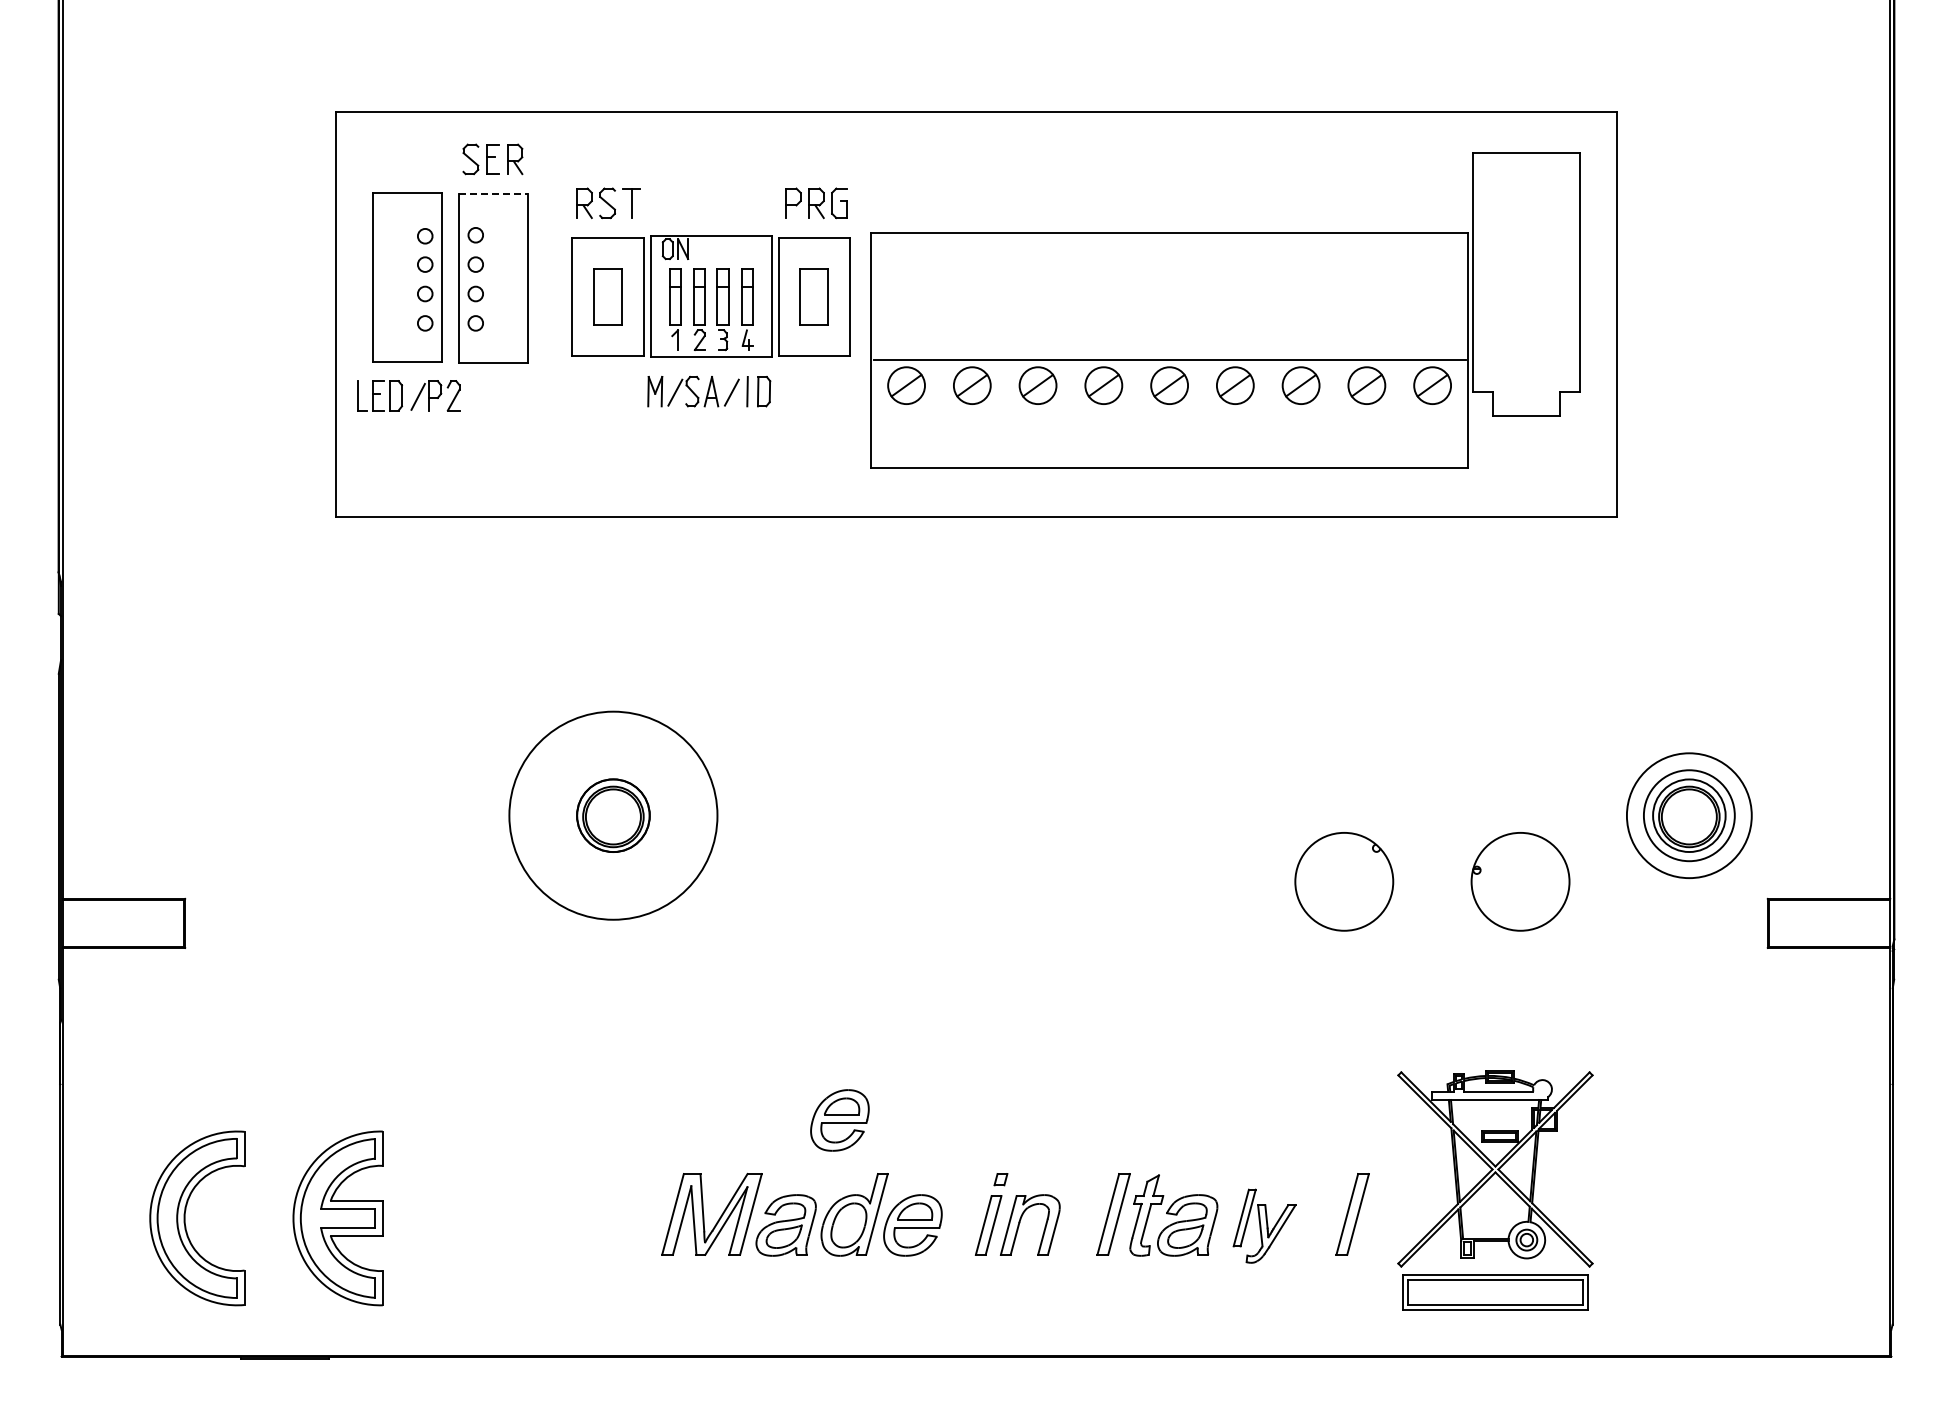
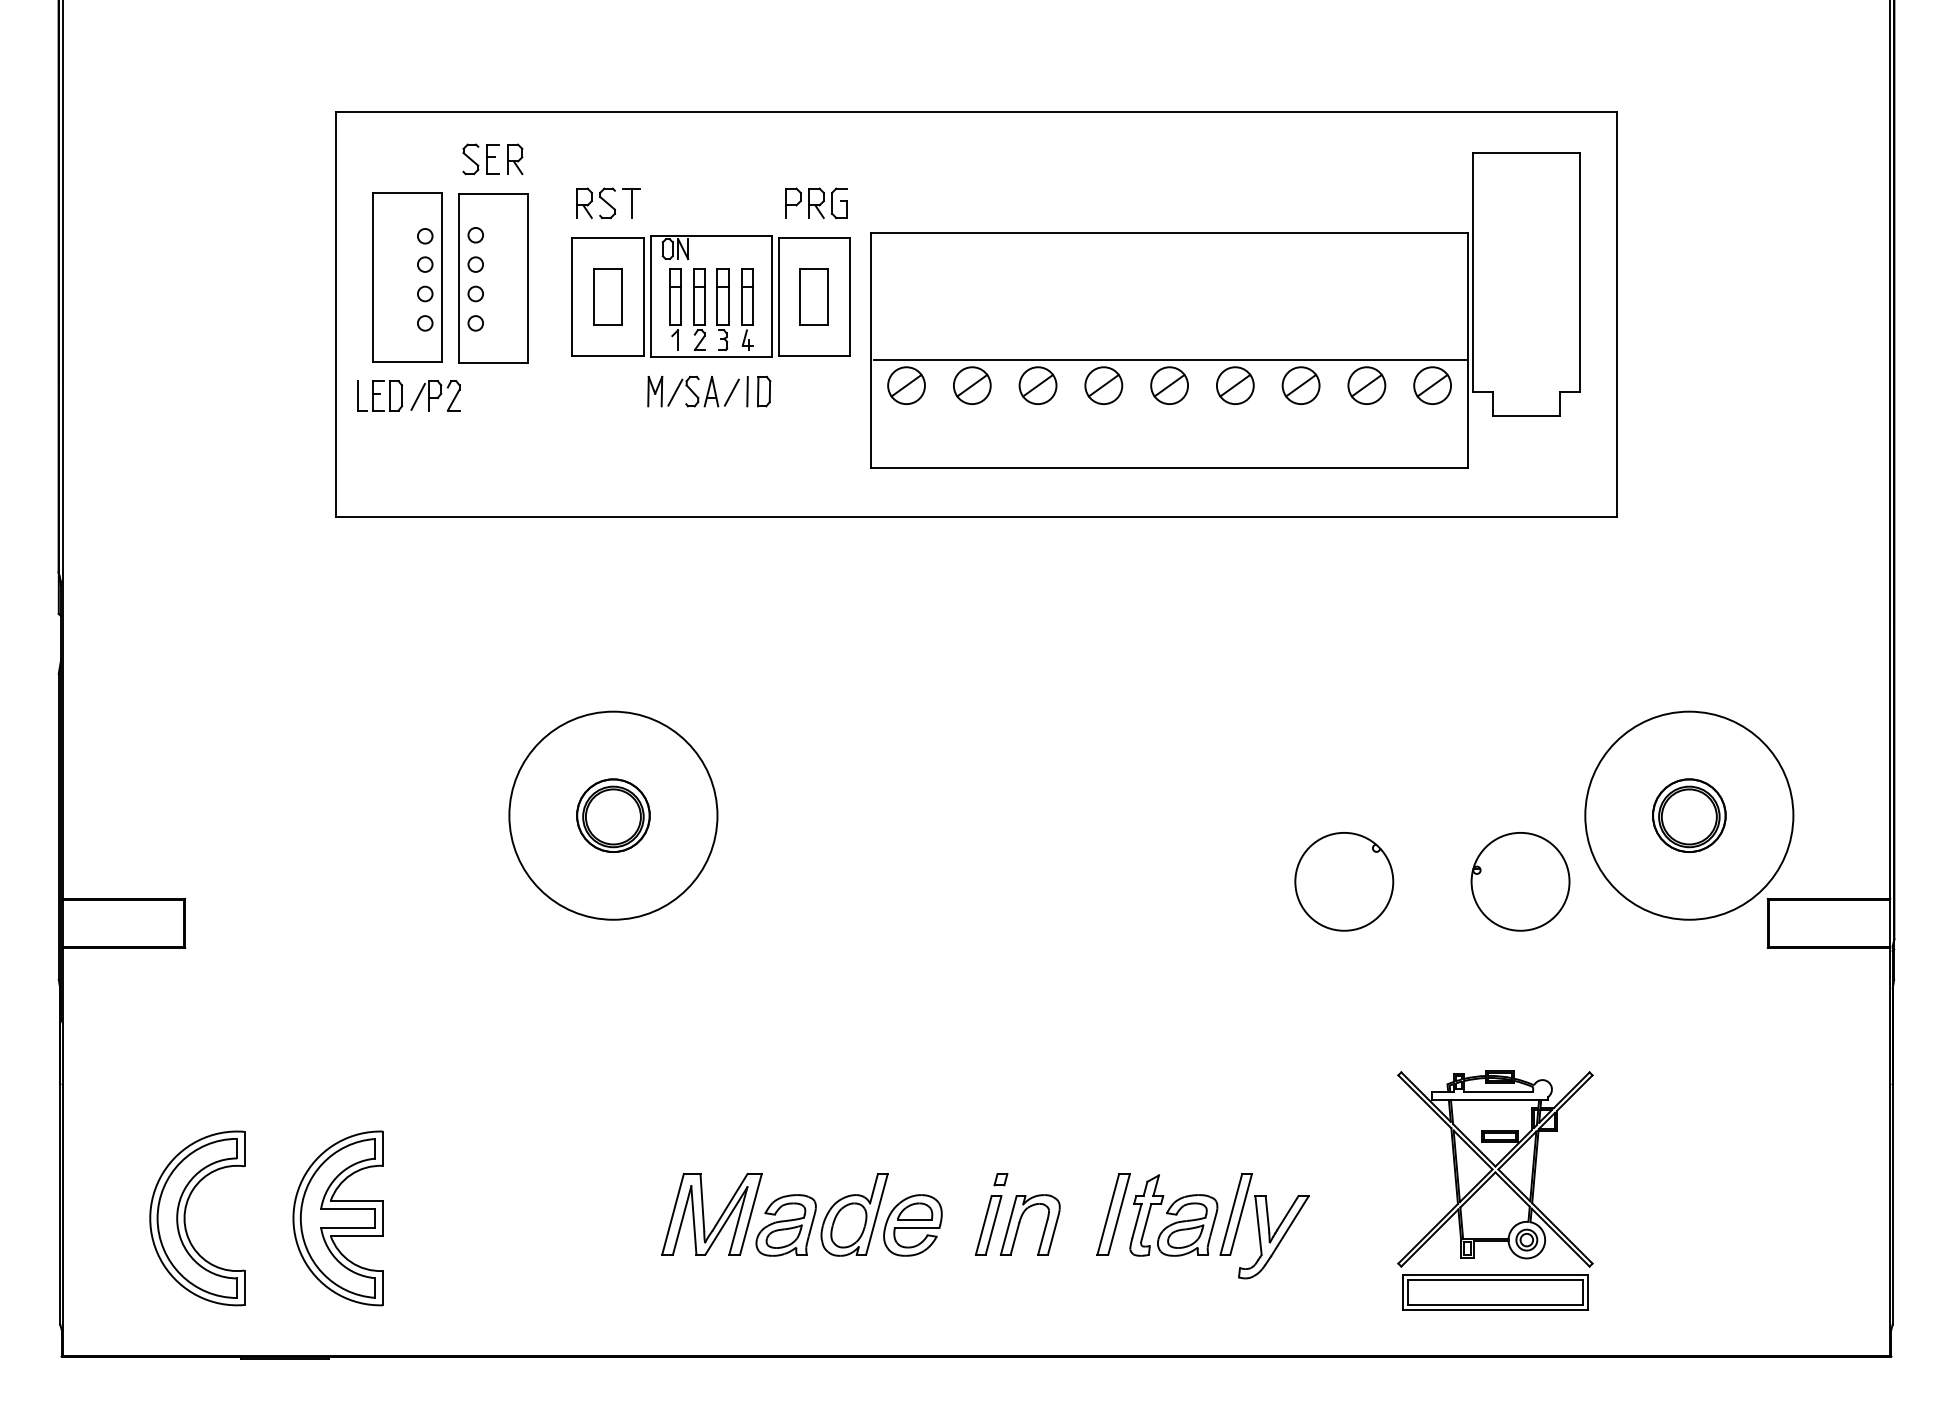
line at (493, 193): dashed -> solid
circle at (1688, 815) diameter: 125 px -> 208 px
circle at (1688, 815) diameter: 91 px -> 73 px
part at (839, 1120): present -> none
part at (1352, 1214): present -> none
part at (1264, 1225) size: 65x76 px -> 91x107 px
